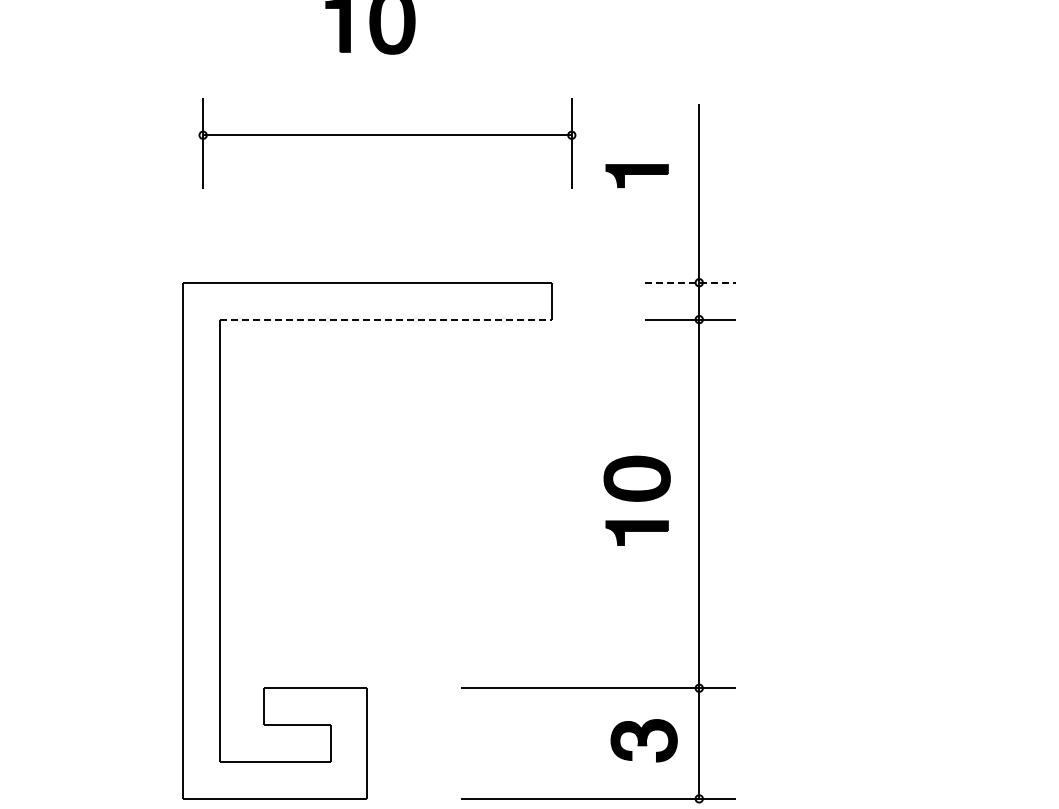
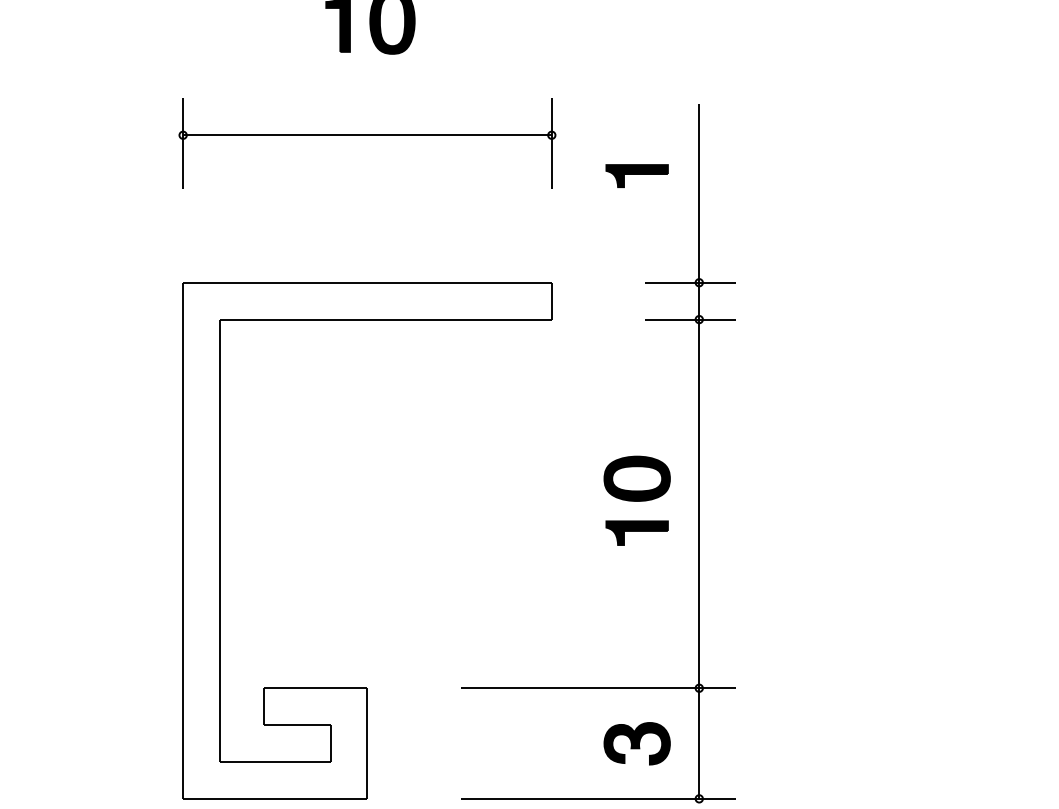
part at (387, 135) position: (387, 135) -> (367, 135)
line at (691, 282): dashed -> solid
line at (385, 319): dashed -> solid
part at (643, 740) position: (643, 740) -> (636, 743)
